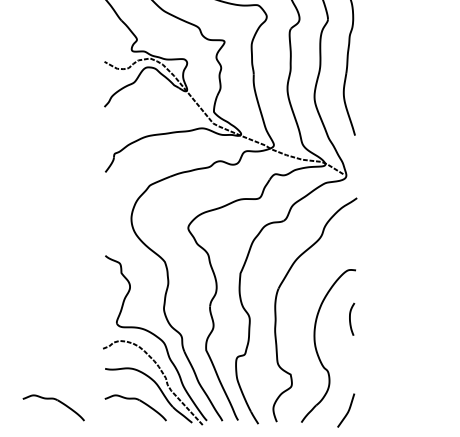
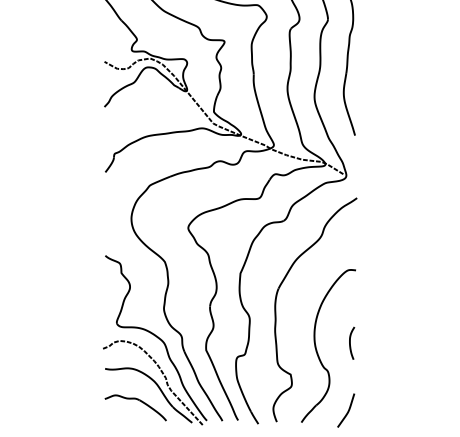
curve at (350, 318) position: (350, 318) -> (350, 342)
part at (57, 401): present -> none
